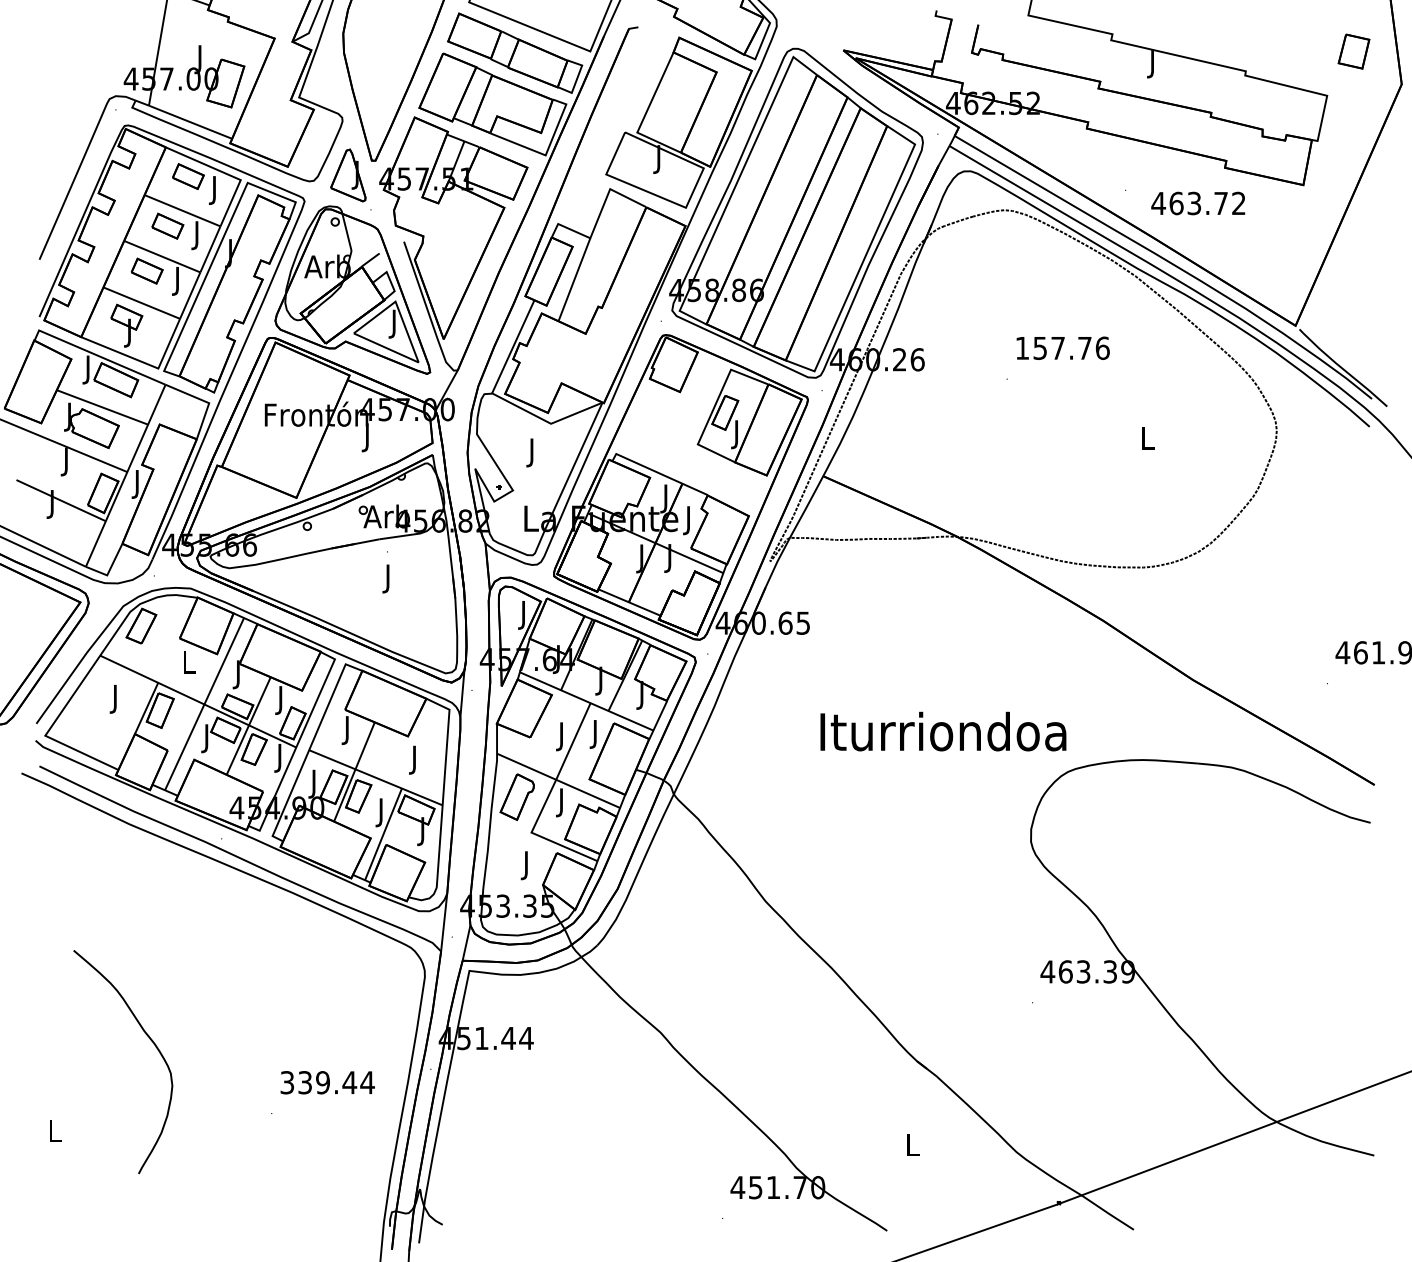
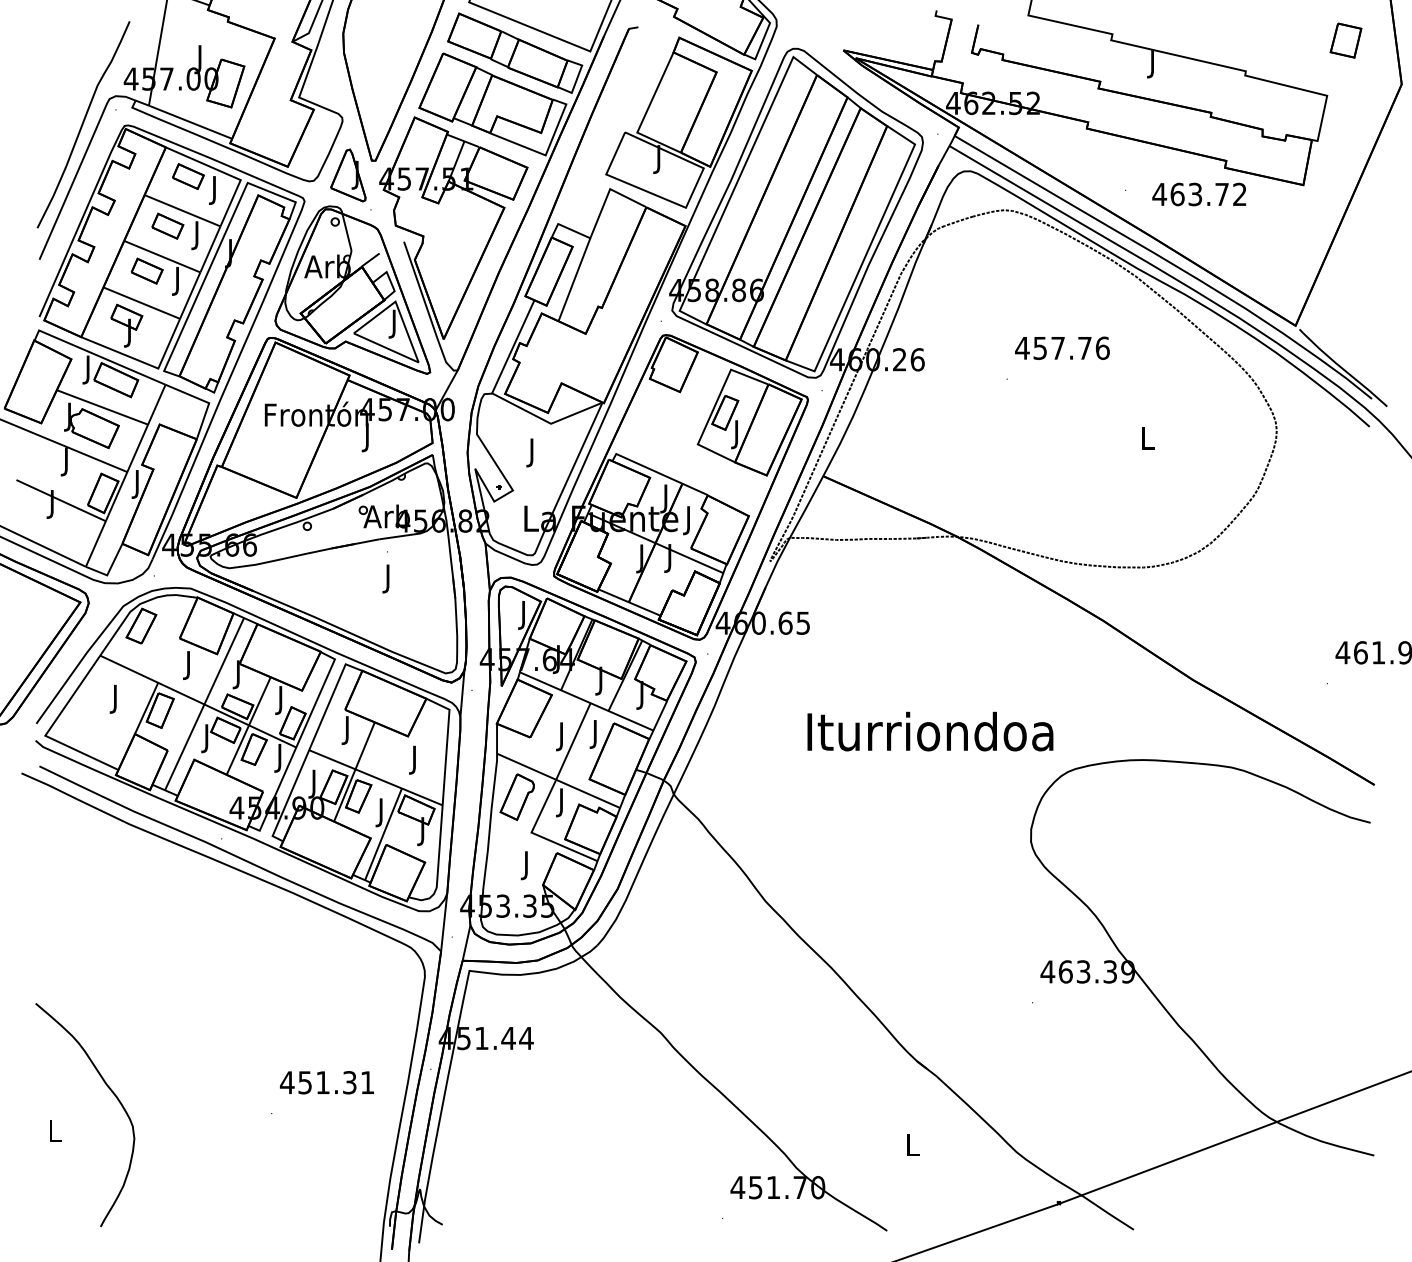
part at (1353, 51) position: (1353, 51) -> (1345, 40)
curve at (83, 124): none -> present
text at (1198, 203) position: (1198, 203) -> (1199, 194)
text at (1022, 348): 157.76 -> 457.76
text at (189, 665): L -> J
text at (943, 731) position: (943, 731) -> (930, 731)
curve at (149, 1039) position: (149, 1039) -> (111, 1092)
text at (326, 1082): 339.44 -> 451.31
